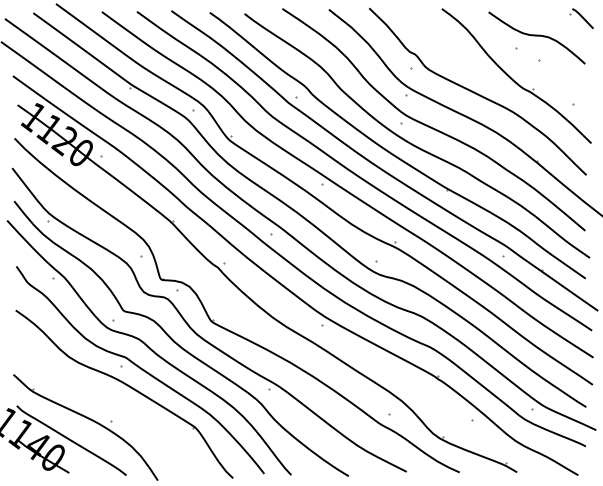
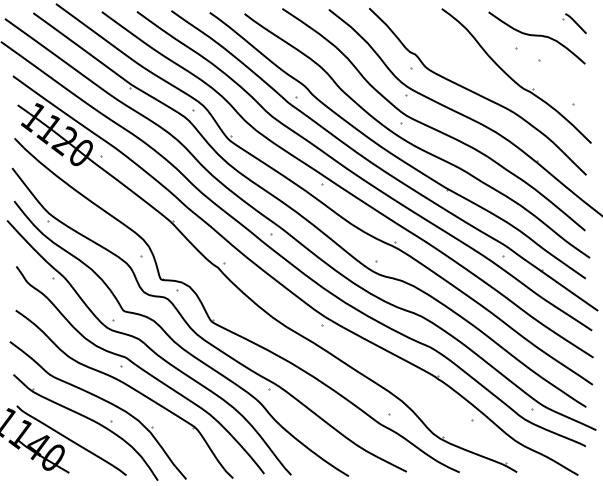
part at (581, 18) position: (581, 18) -> (574, 23)
part at (102, 400): none -> present
